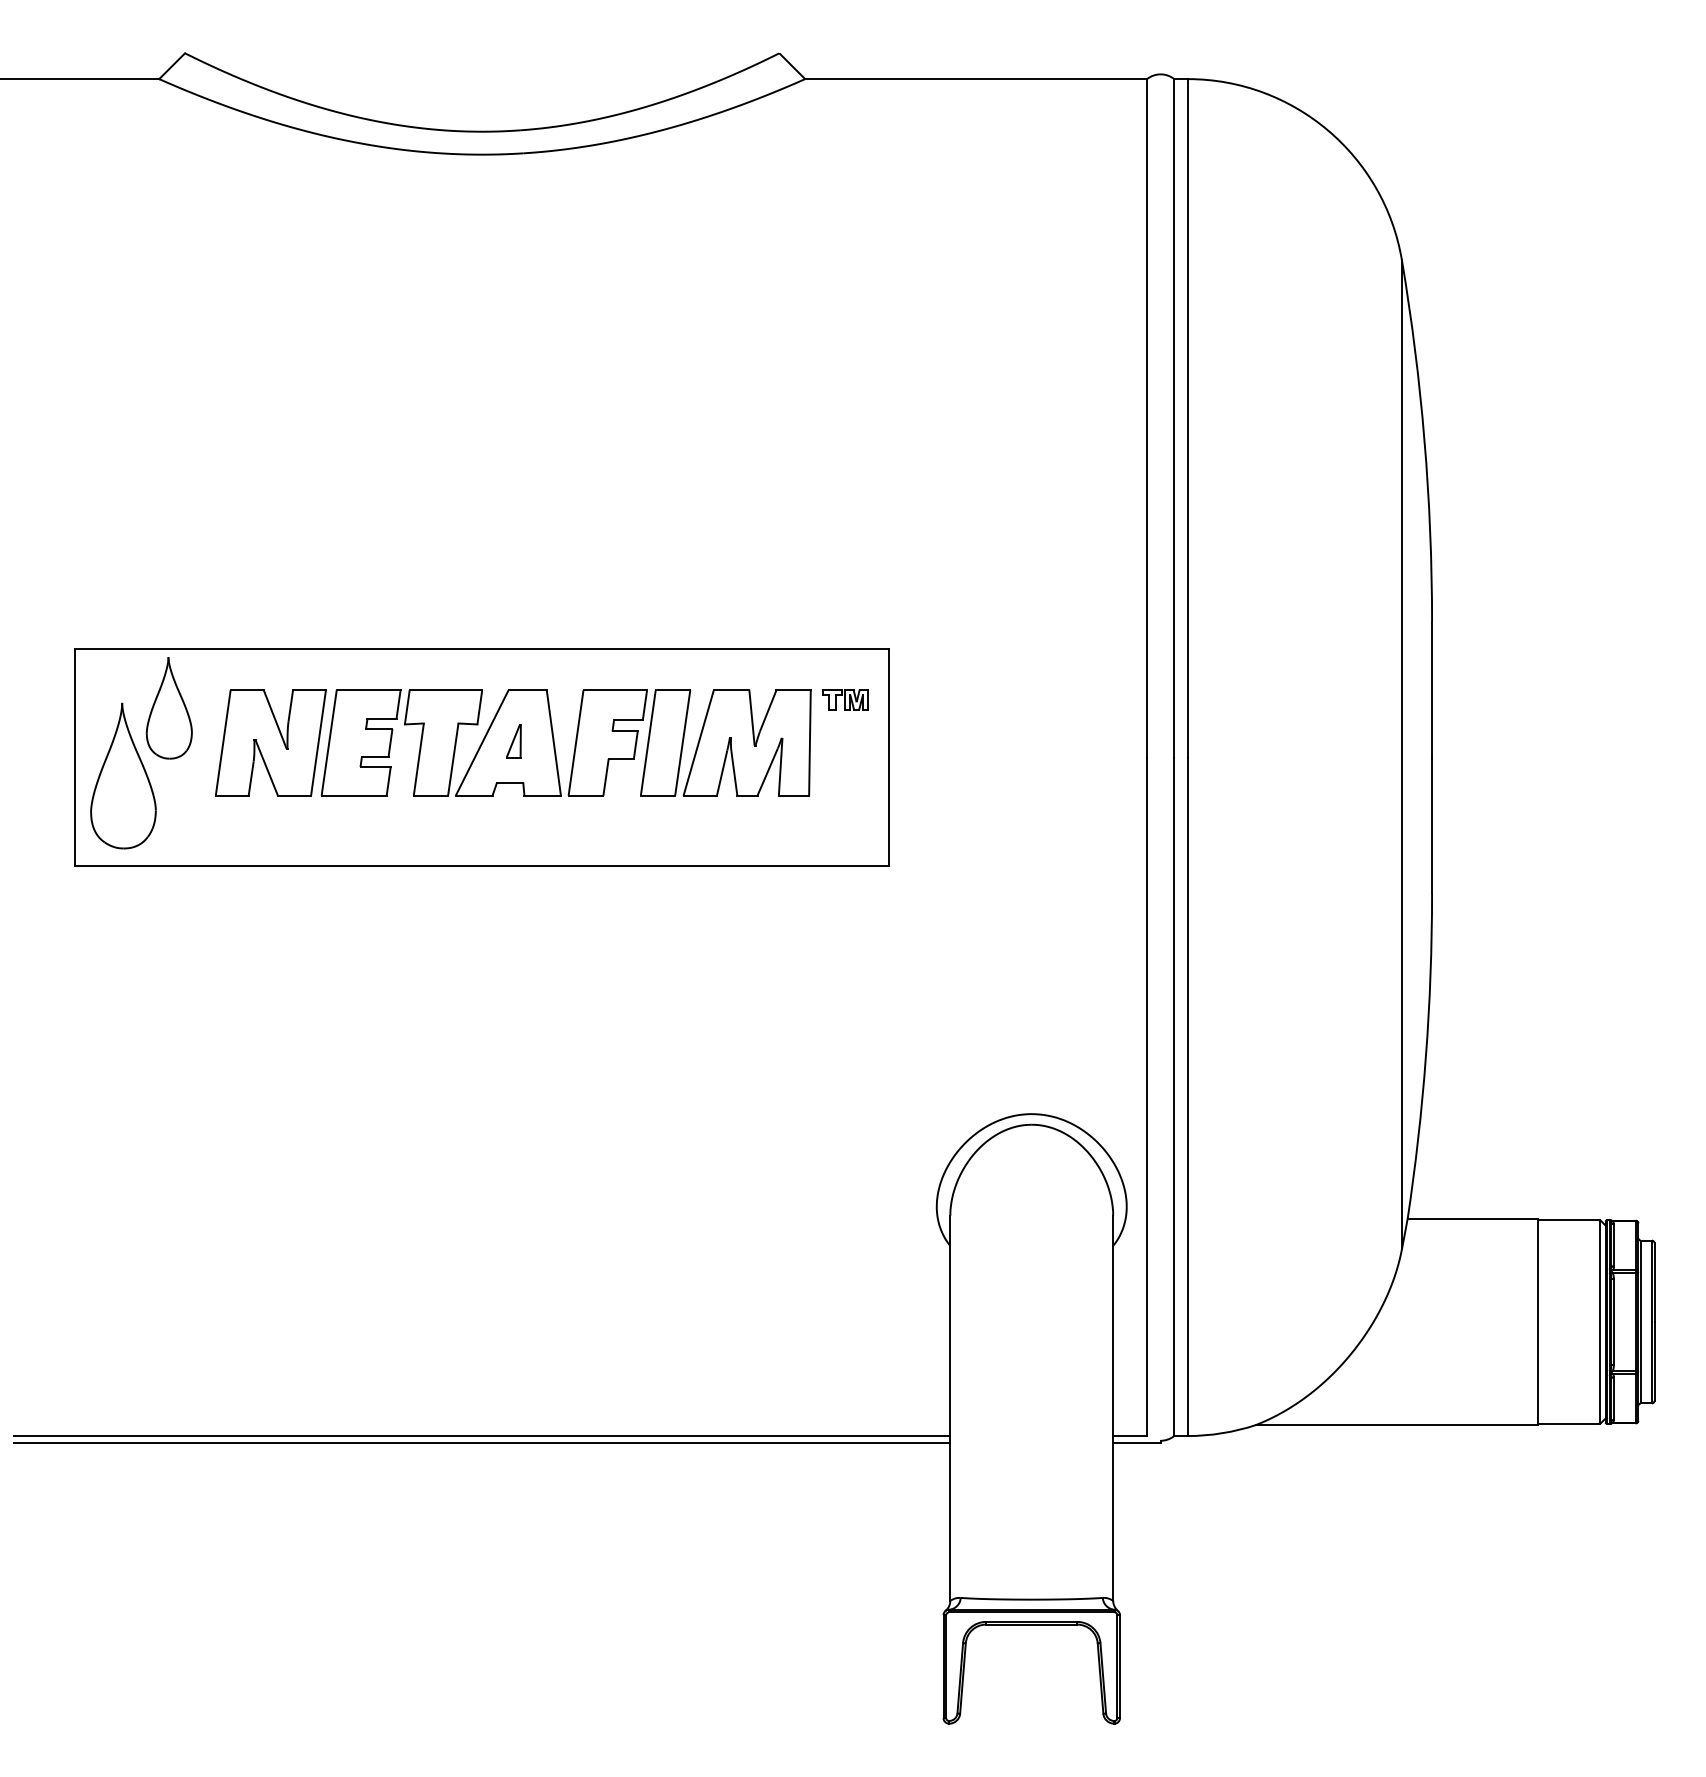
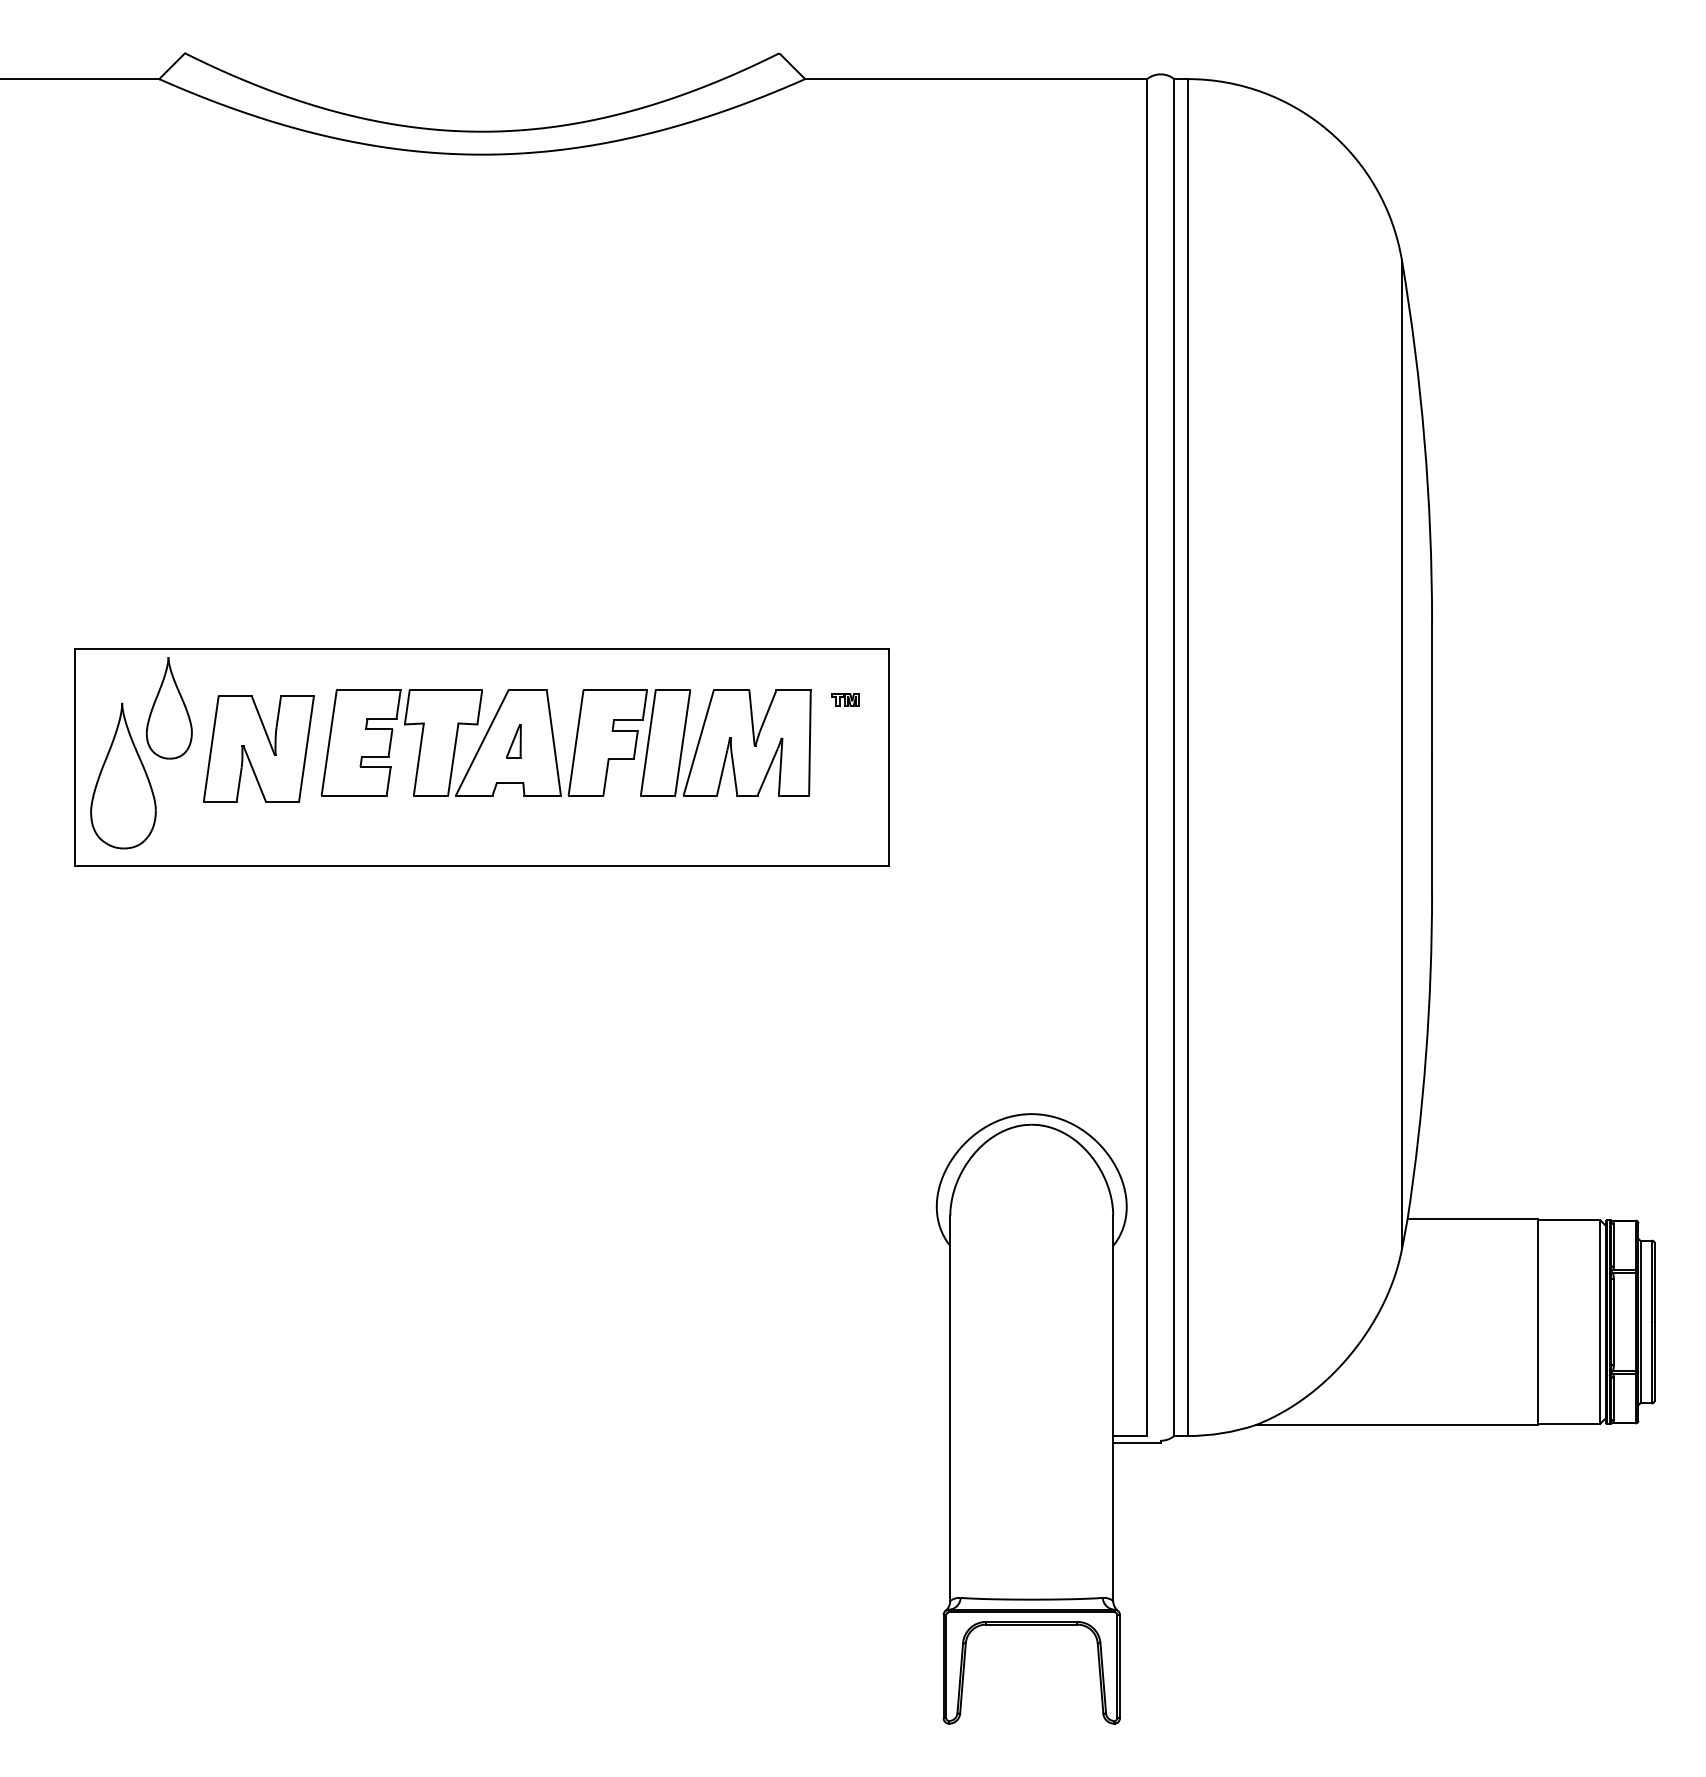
part at (845, 699) size: 47x22 px -> 29x14 px
part at (270, 742) position: (270, 742) -> (258, 748)
line at (482, 1435): present -> none
line at (482, 1442): present -> none
